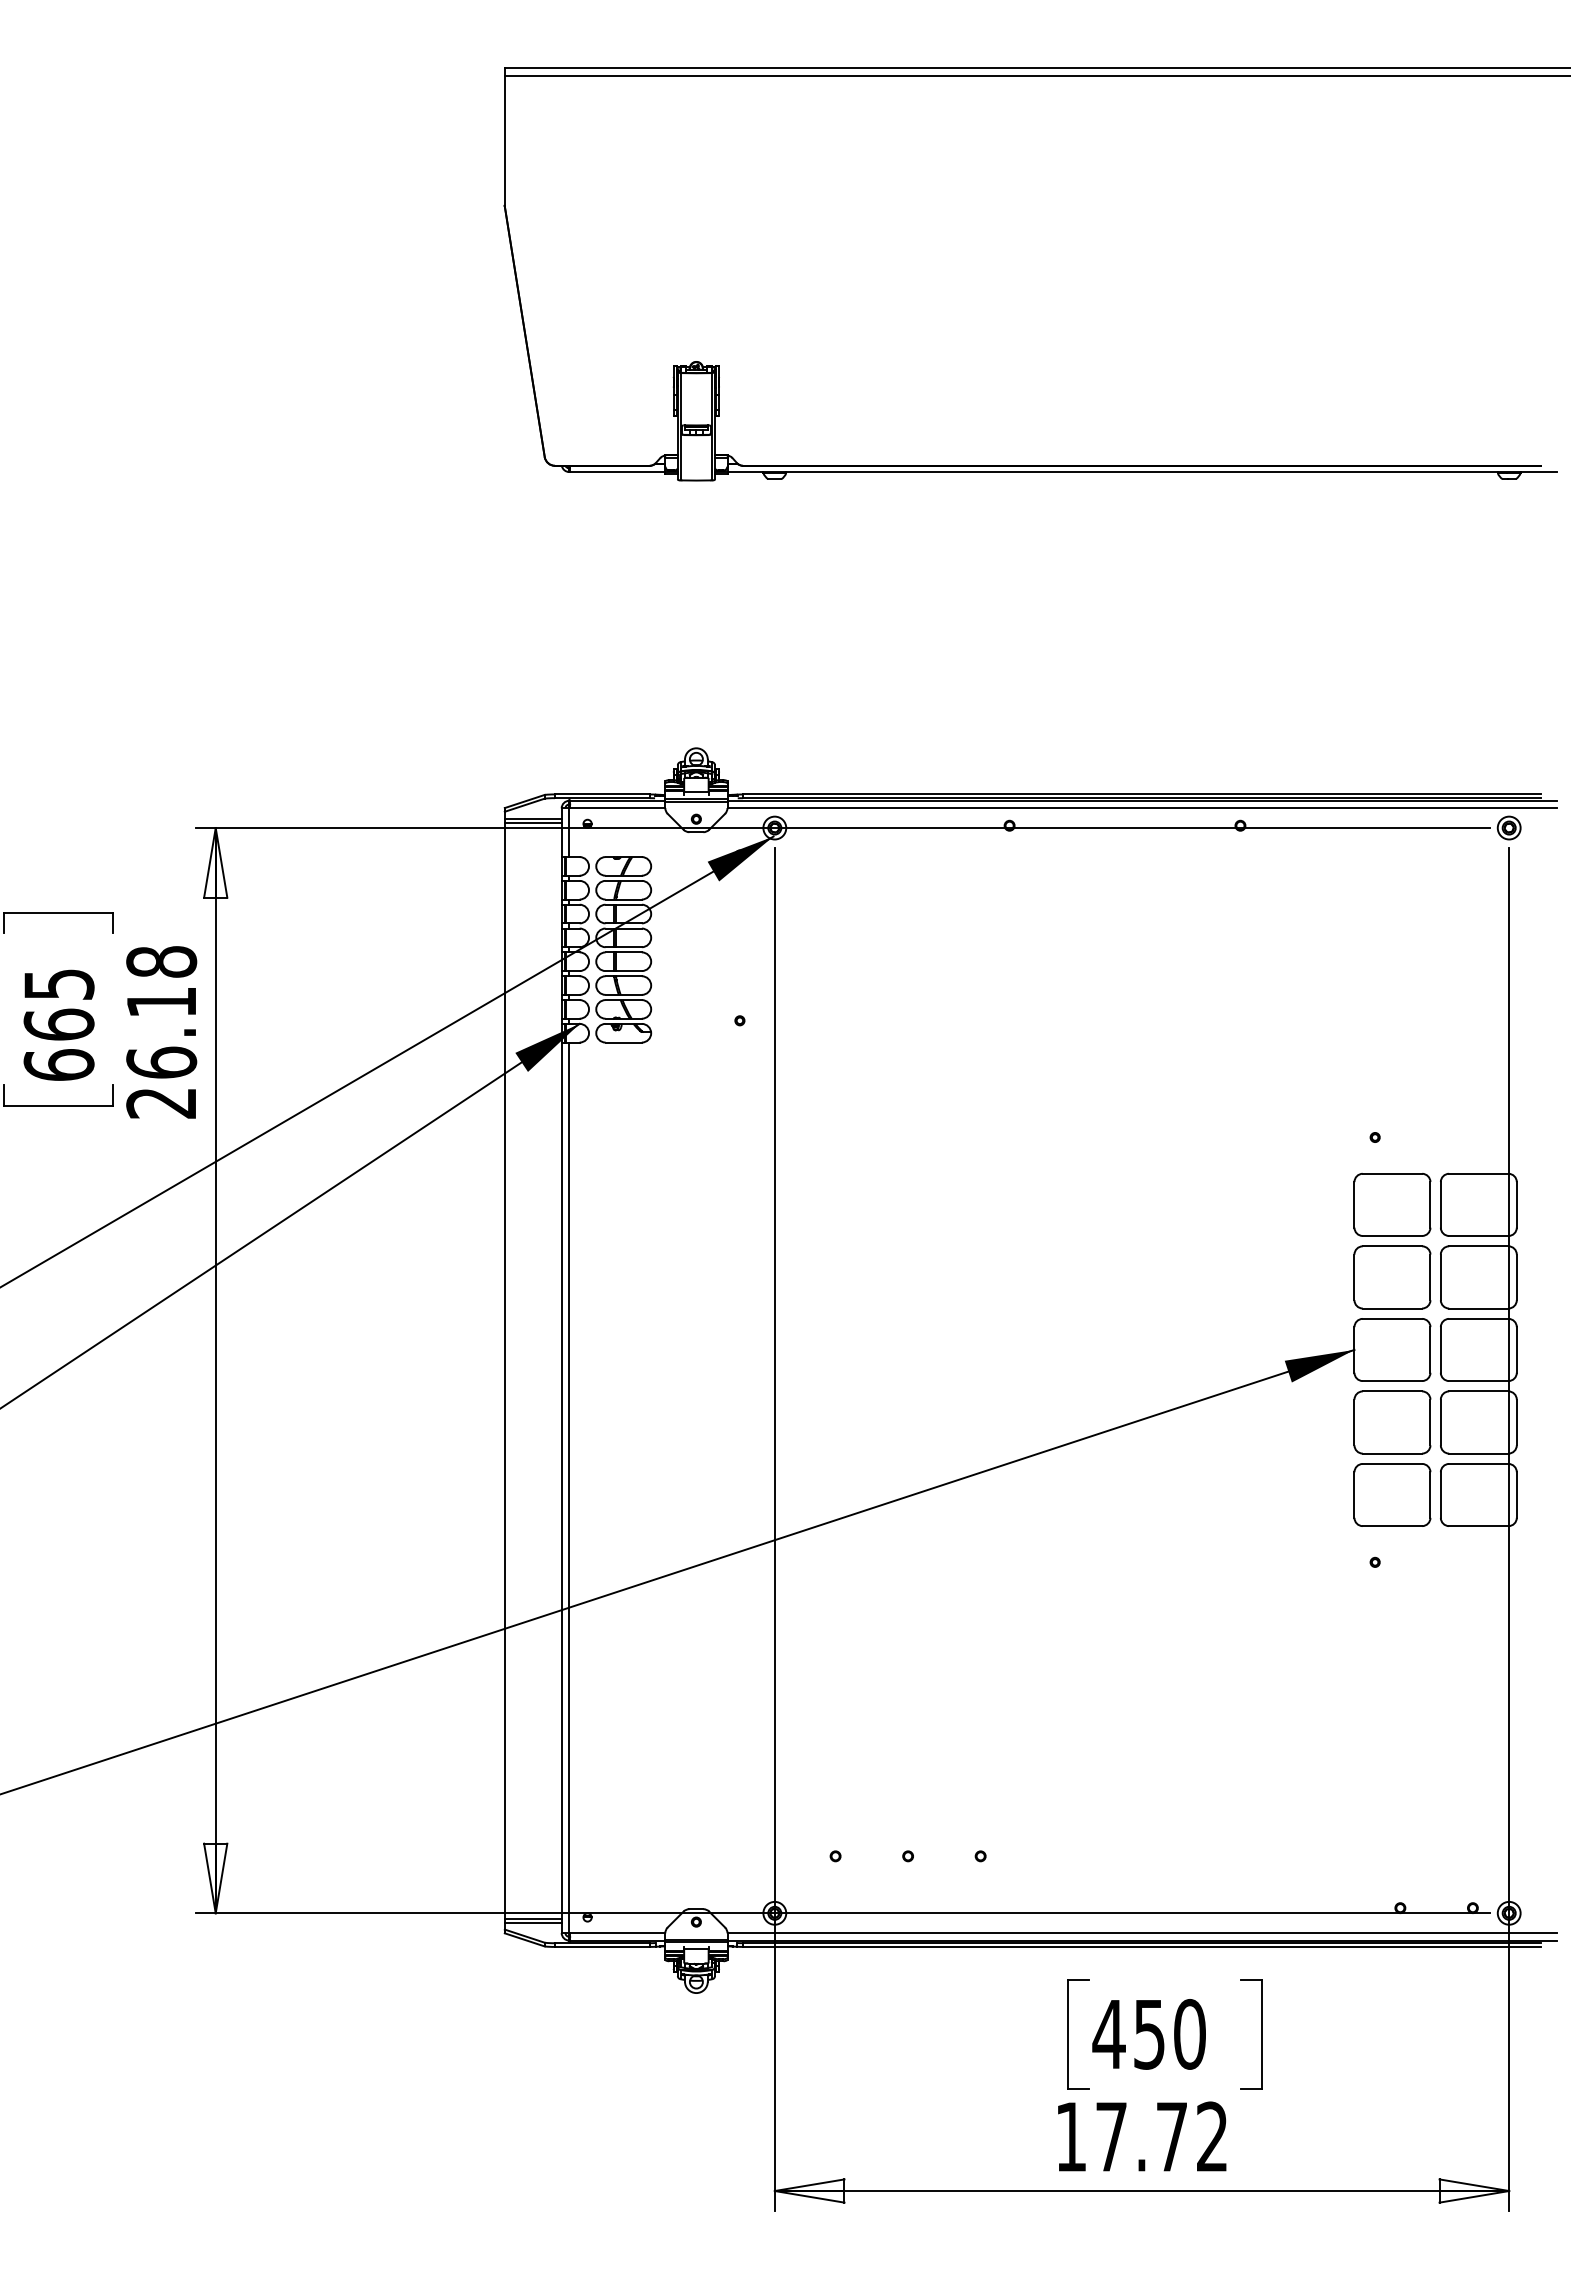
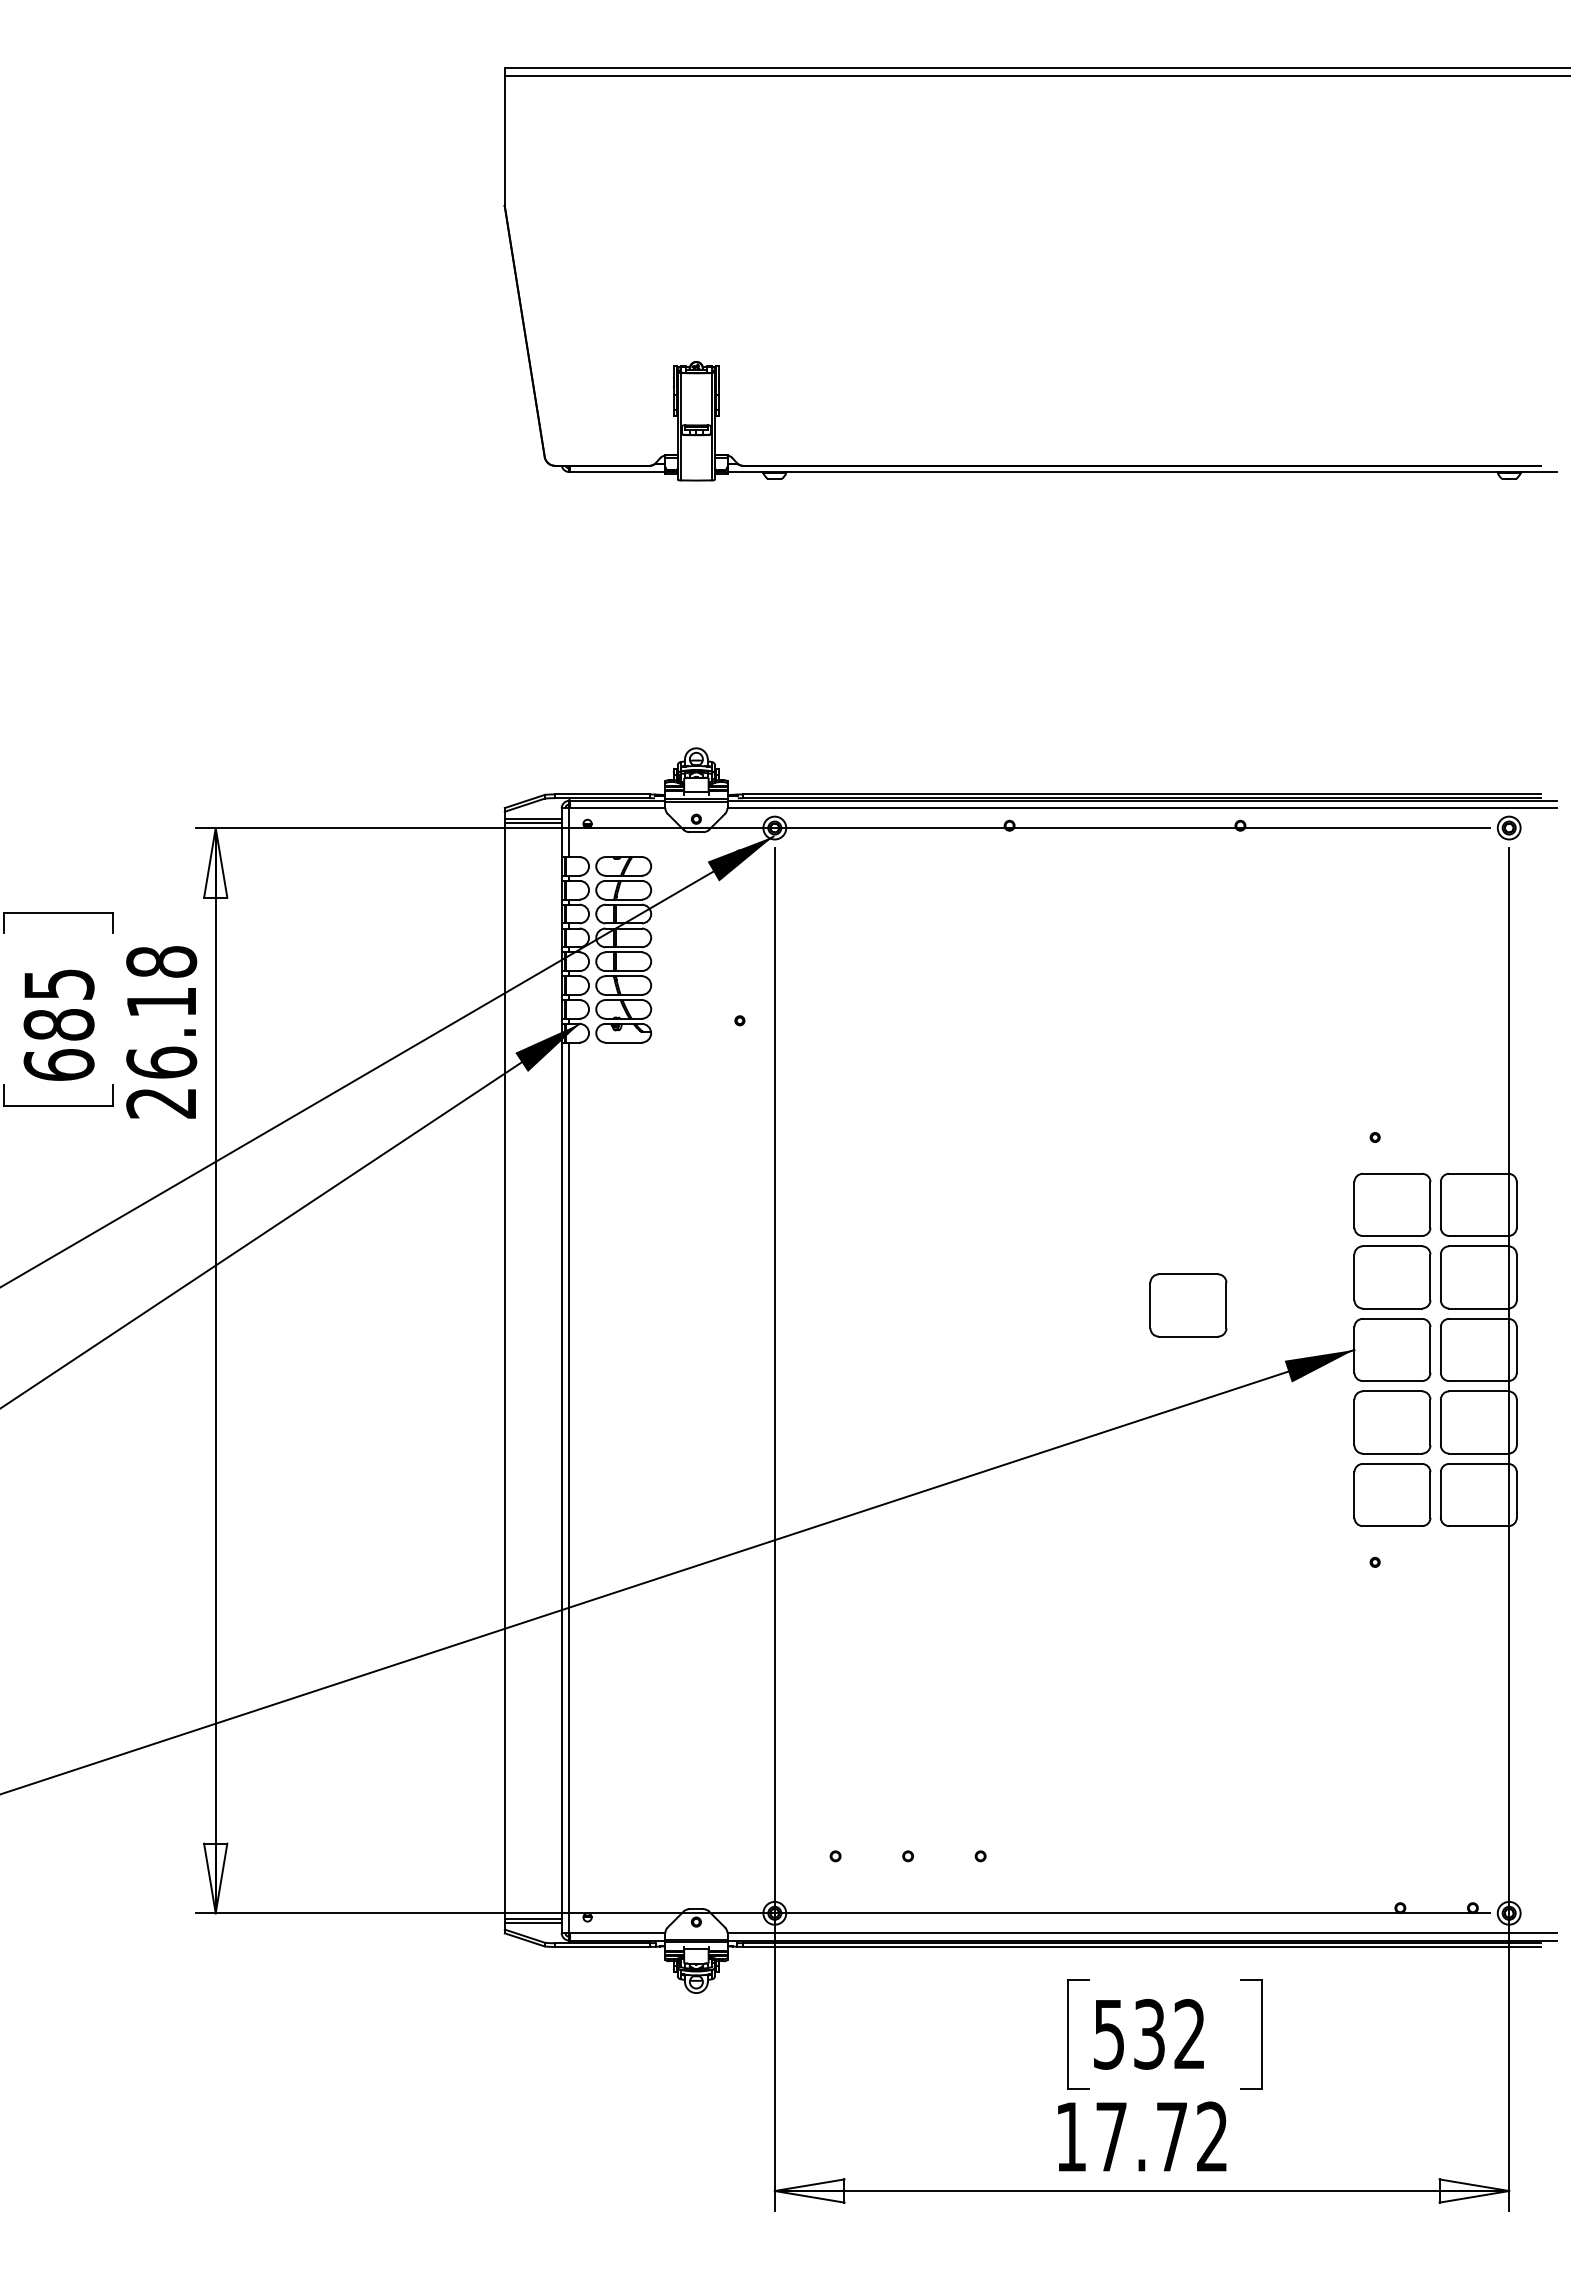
text at (58, 1024): 665 -> 685
part at (1188, 1305): none -> present
text at (1148, 2033): 450 -> 532
